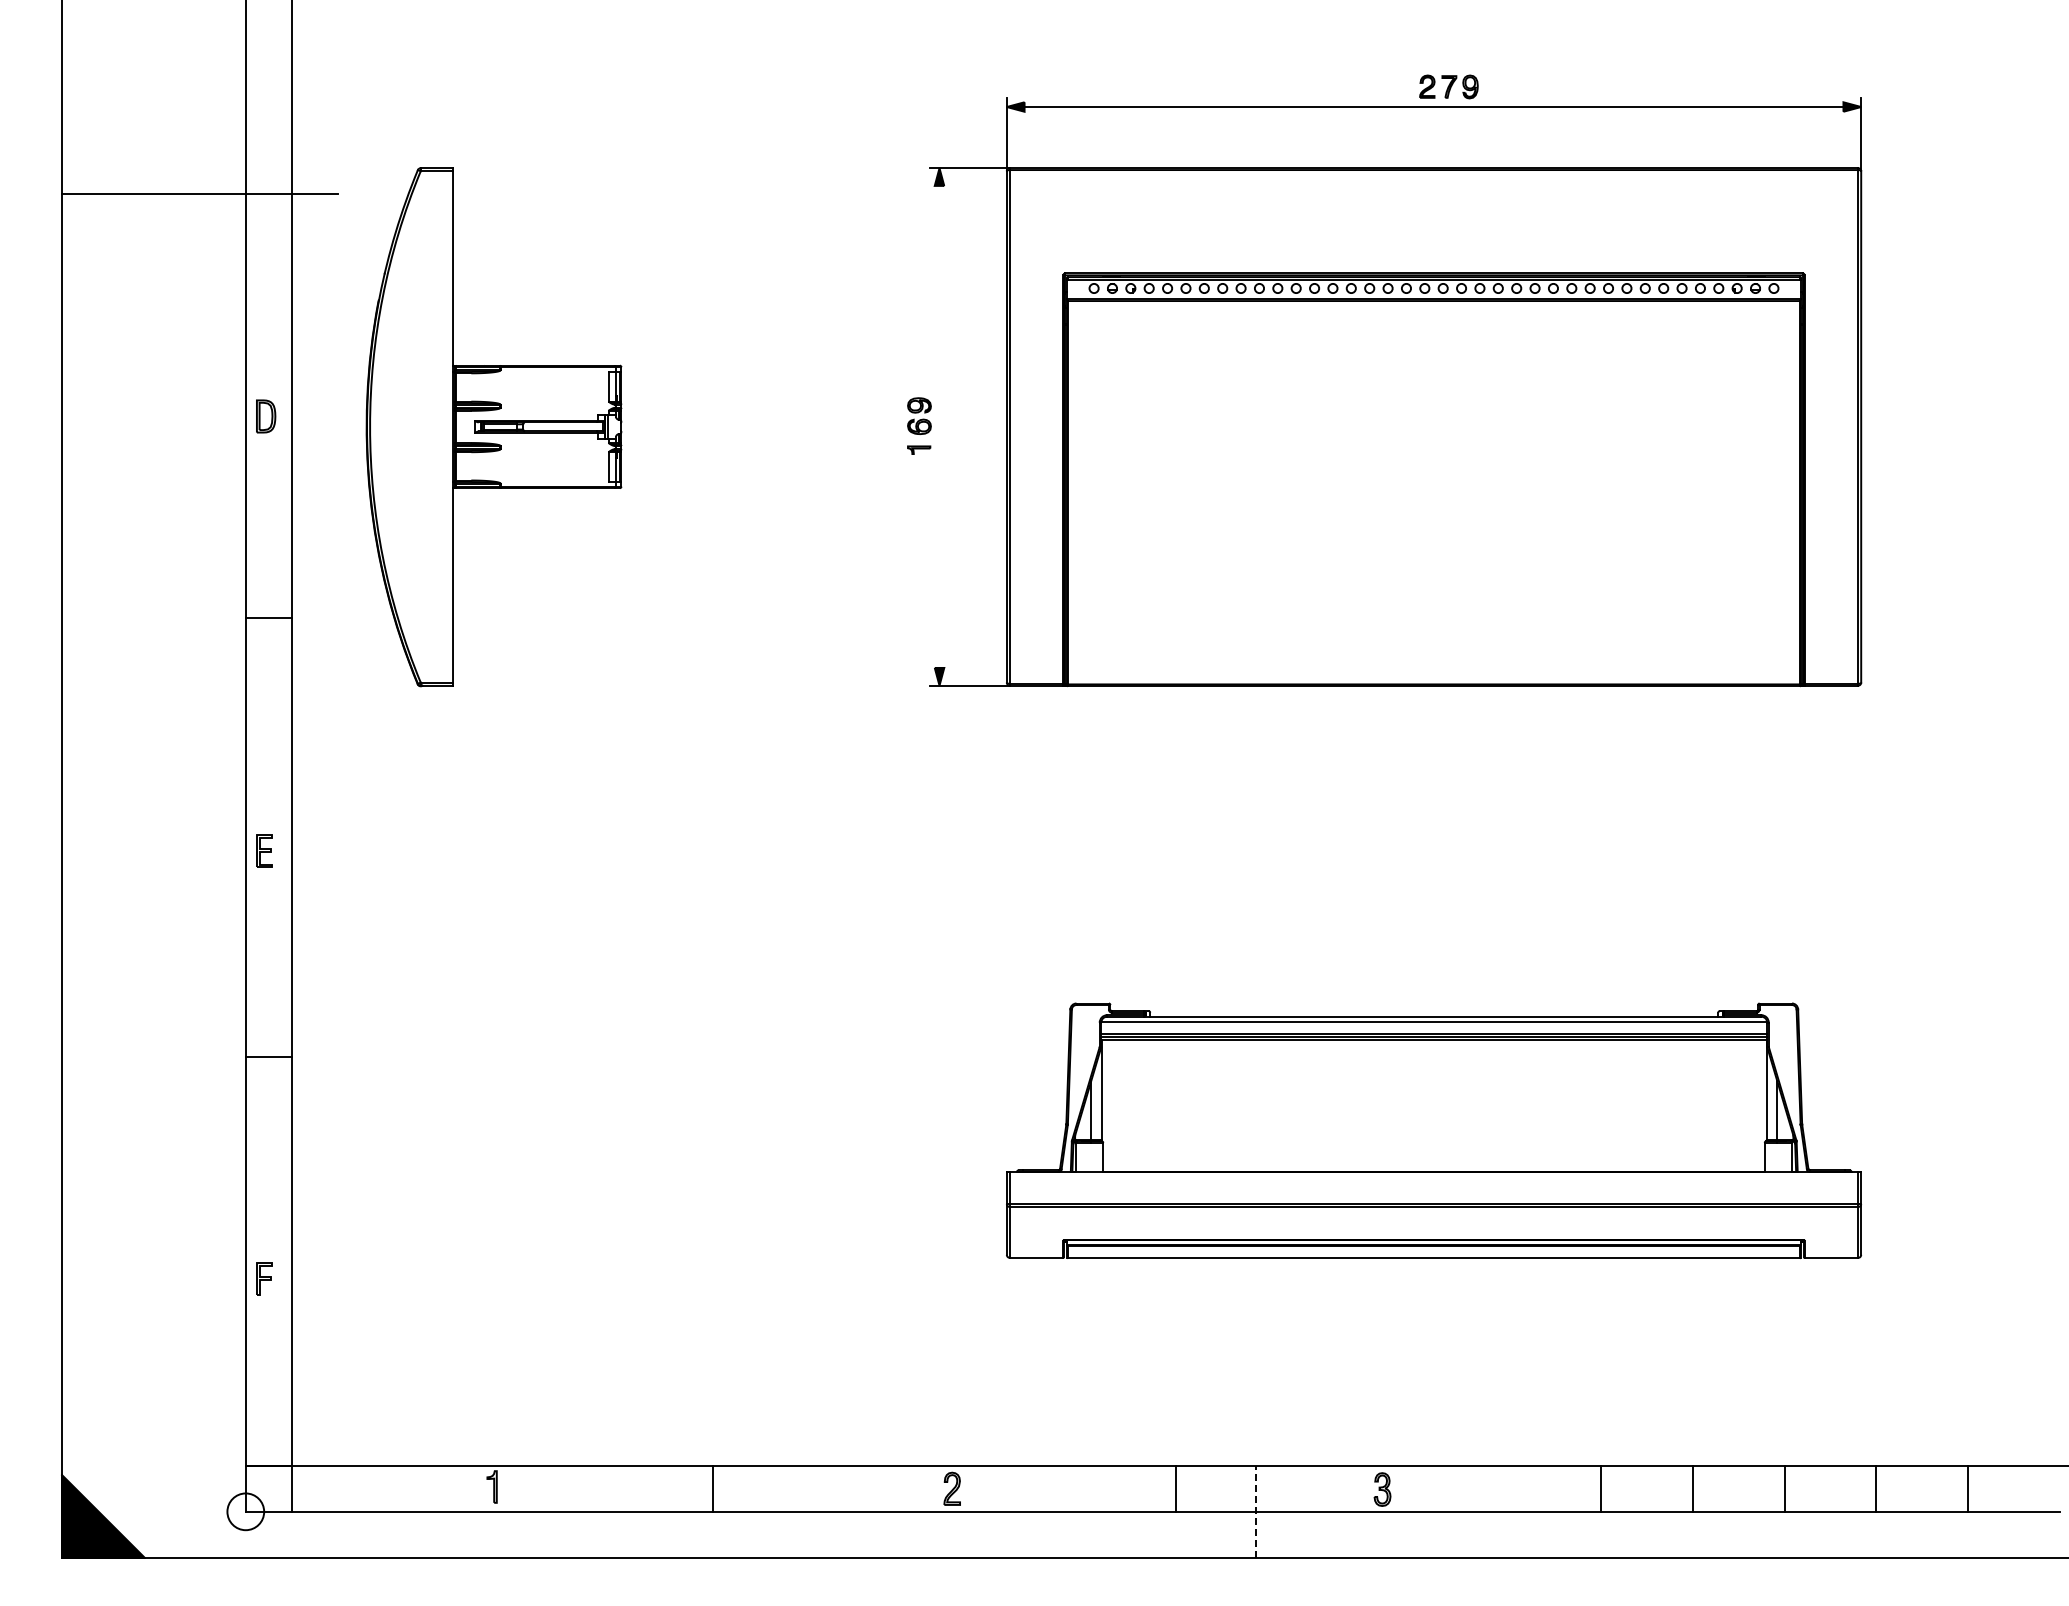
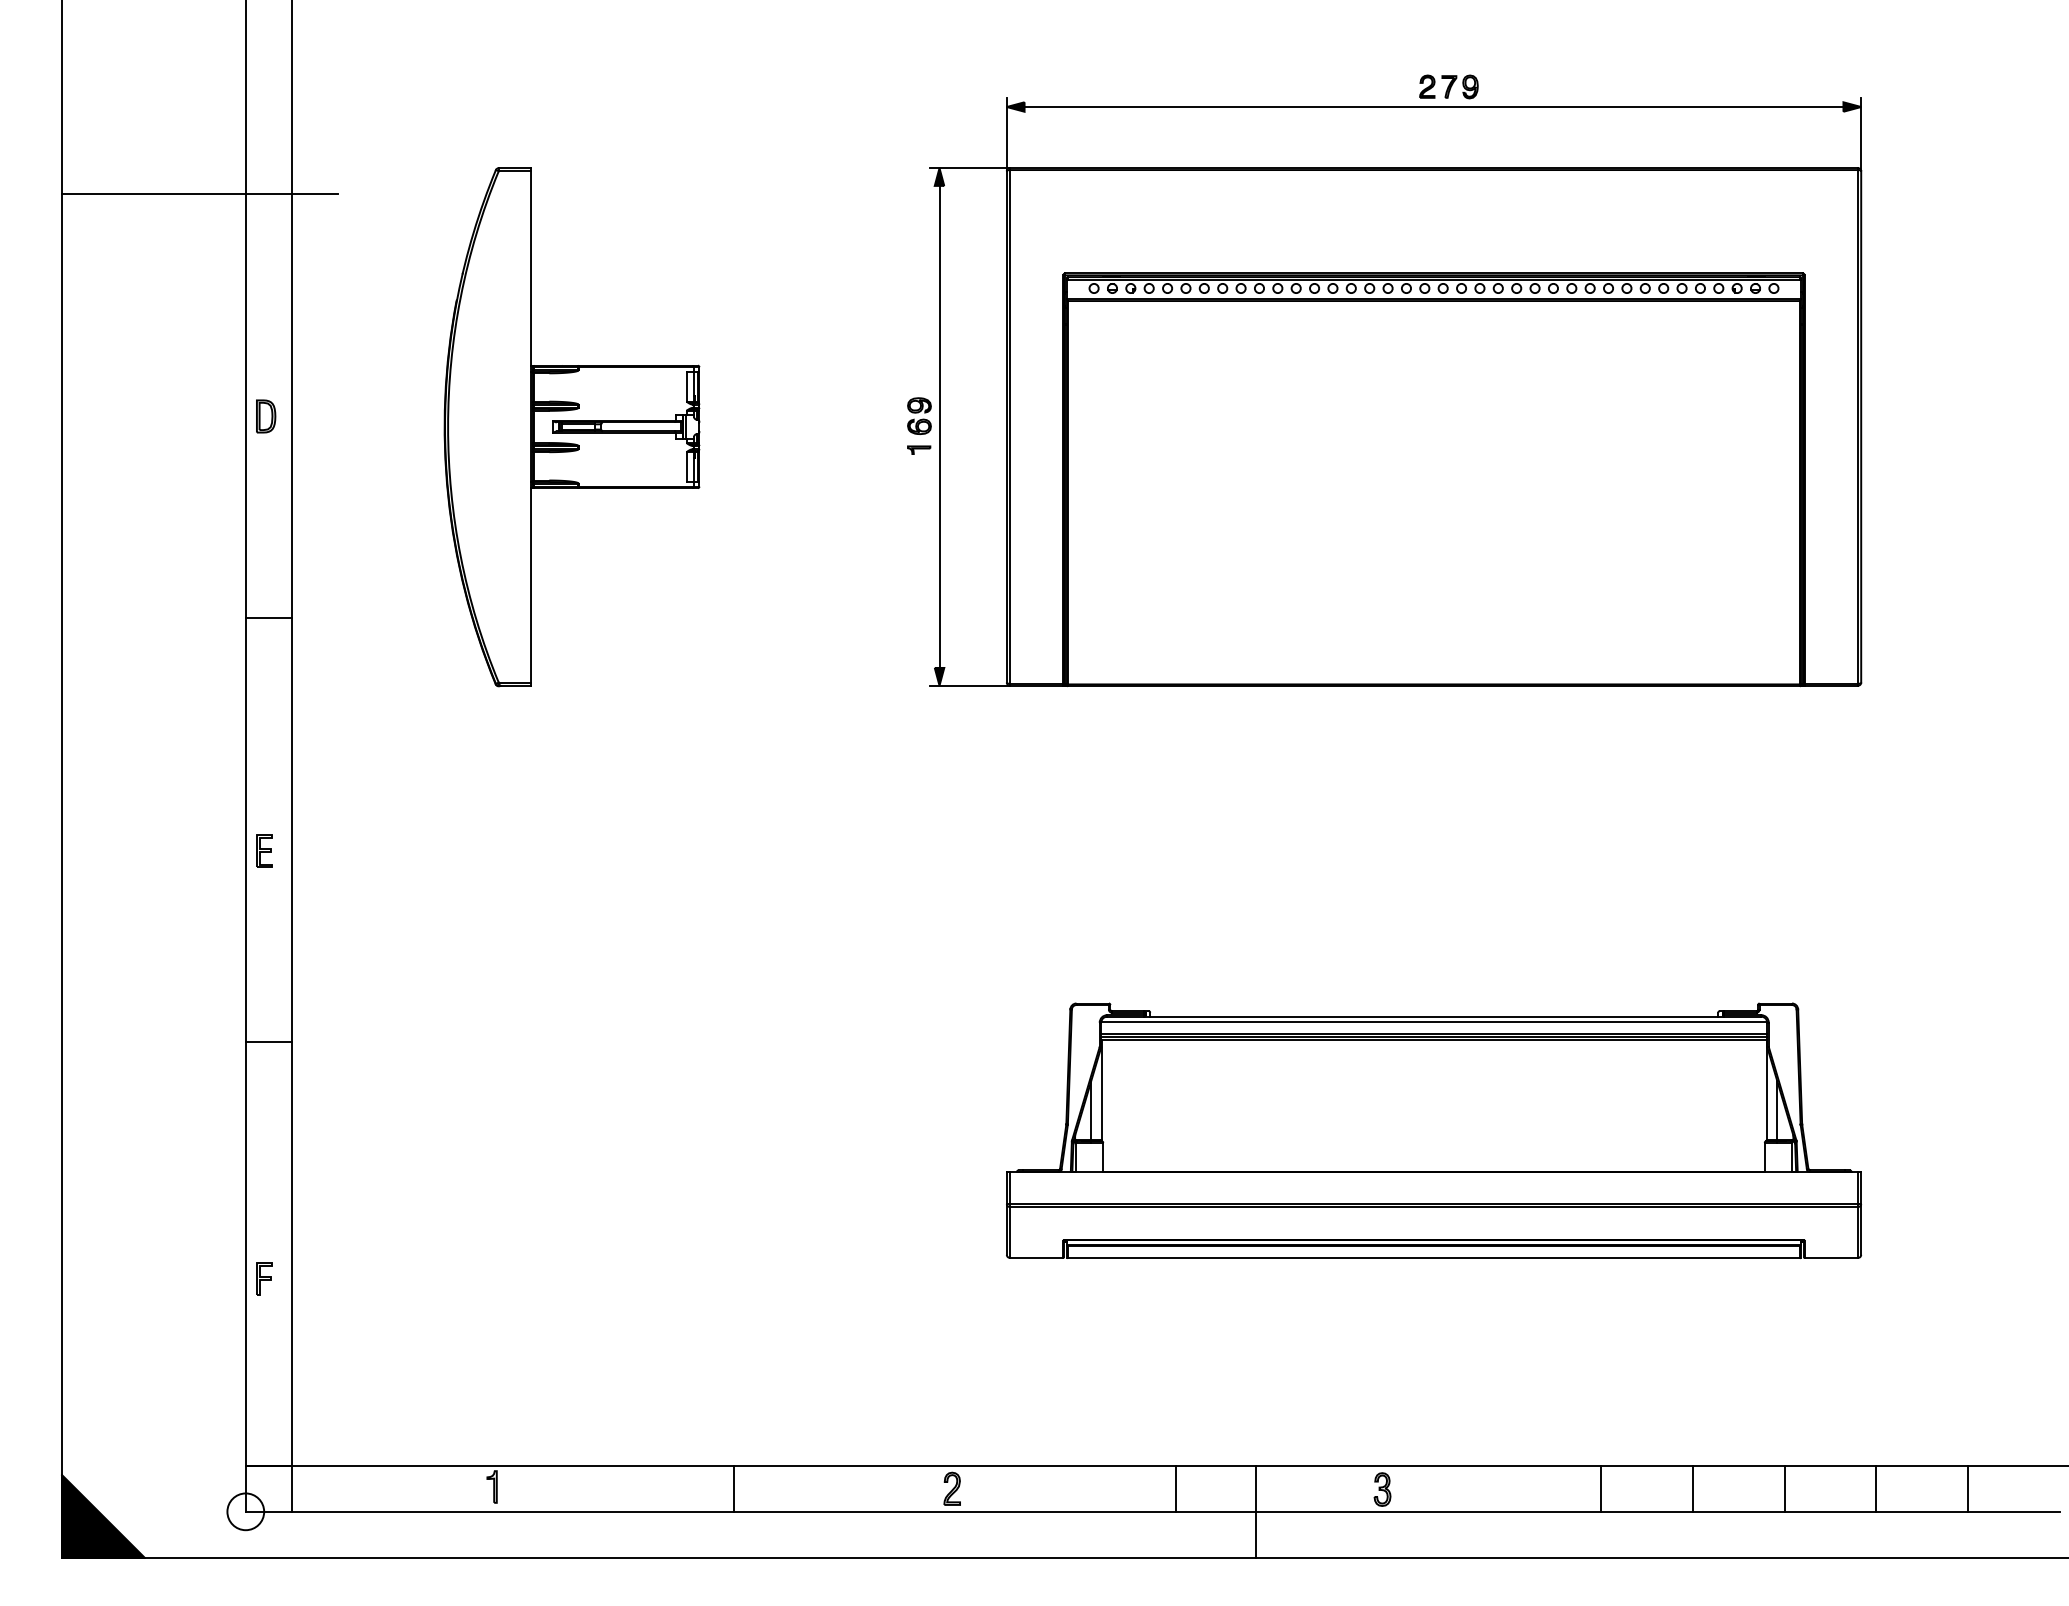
line at (939, 426): none -> present
part at (493, 427) position: (493, 427) -> (571, 427)
line at (268, 1056) position: (268, 1056) -> (268, 1041)
line at (712, 1488) position: (712, 1488) -> (733, 1488)
line at (1256, 1511): dashed -> solid
